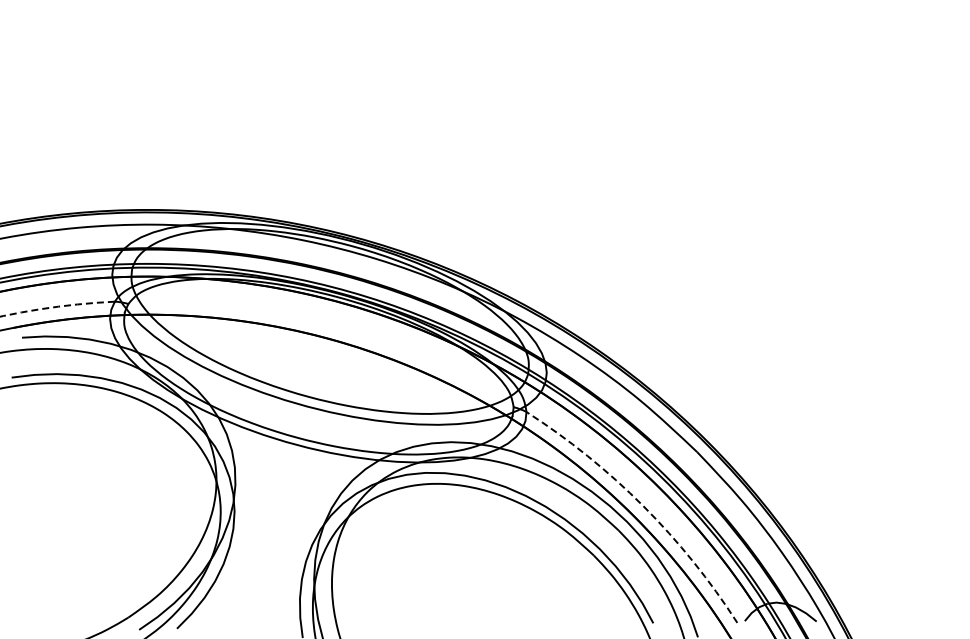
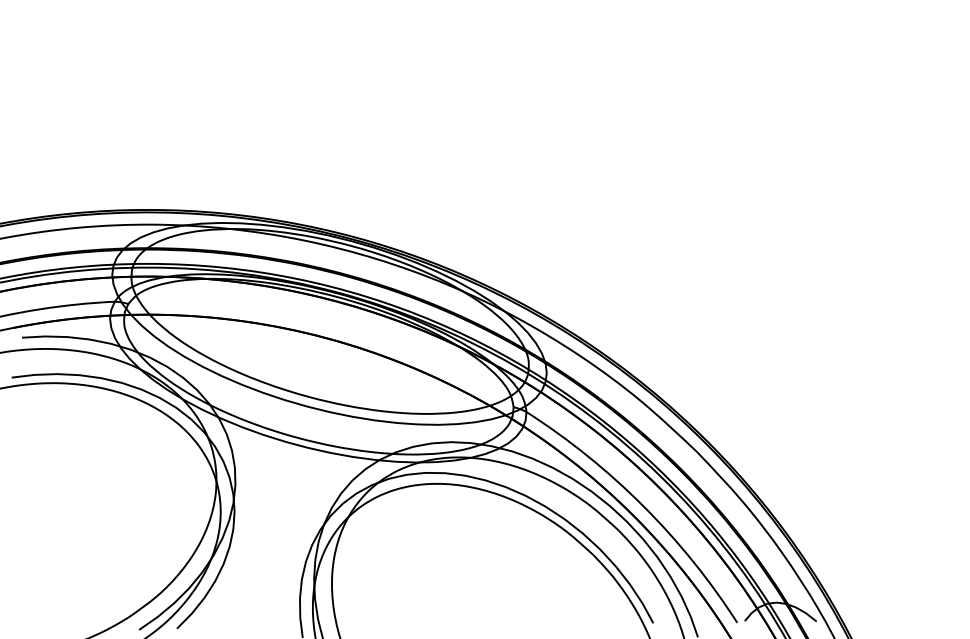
arc at (56, 306): dashed -> solid
arc at (643, 506): dashed -> solid
